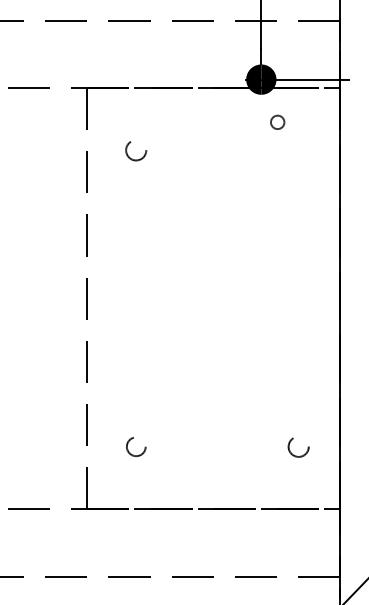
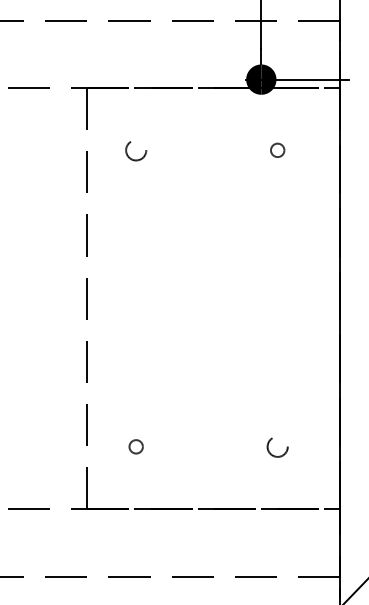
circle at (277, 121) position: (277, 121) -> (277, 149)
circle at (136, 446) size: 21x22 px -> 16x16 px
circle at (298, 447) position: (298, 447) -> (277, 447)
